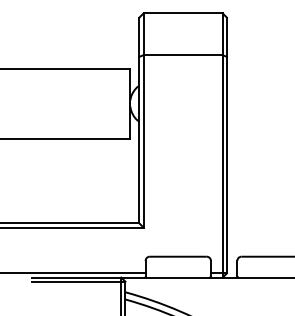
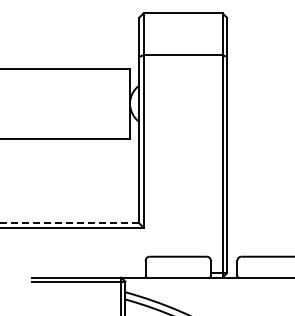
line at (69, 223): solid -> dashed
line at (73, 273): present -> none
